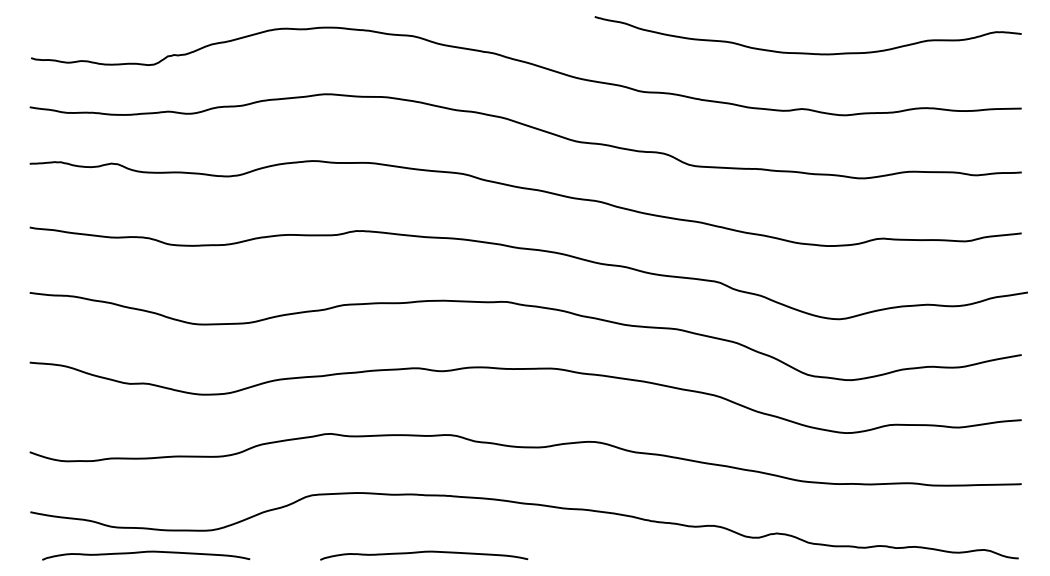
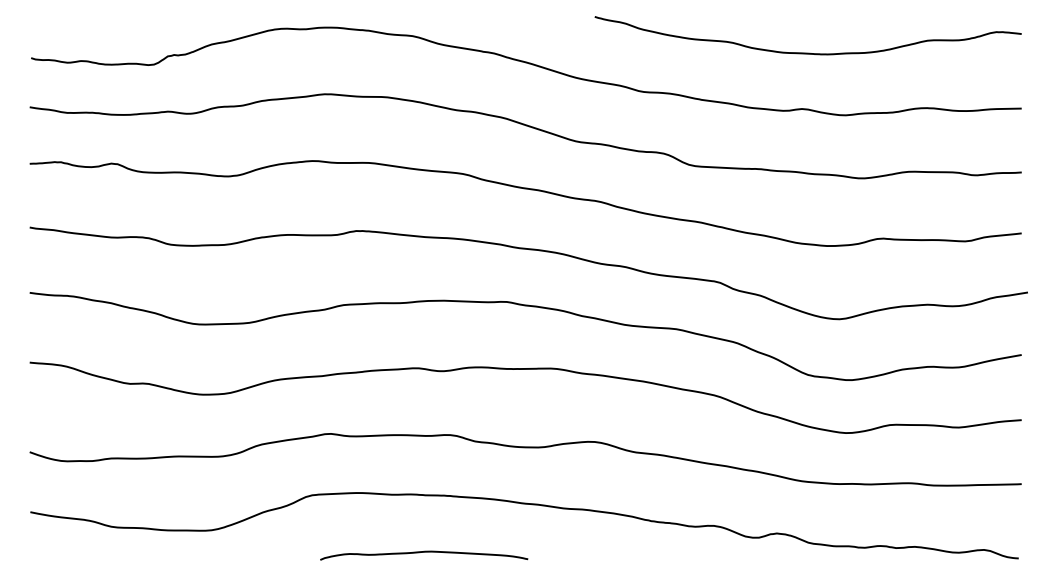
curve at (146, 552): present -> none
